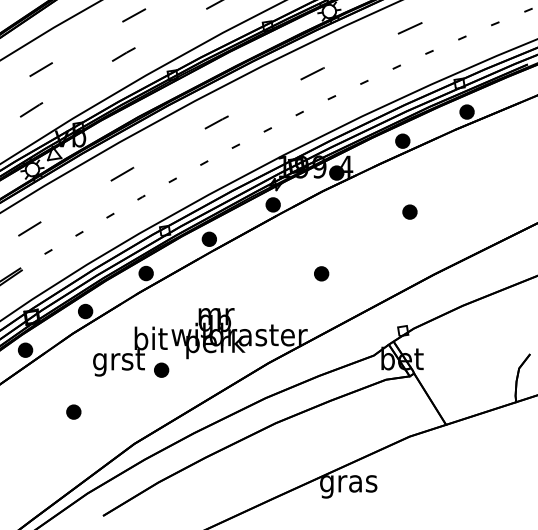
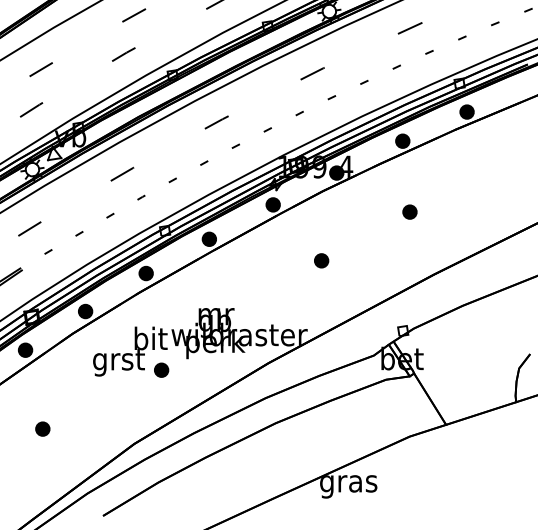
part at (321, 273) position: (321, 273) -> (321, 260)
part at (73, 411) position: (73, 411) -> (42, 428)
